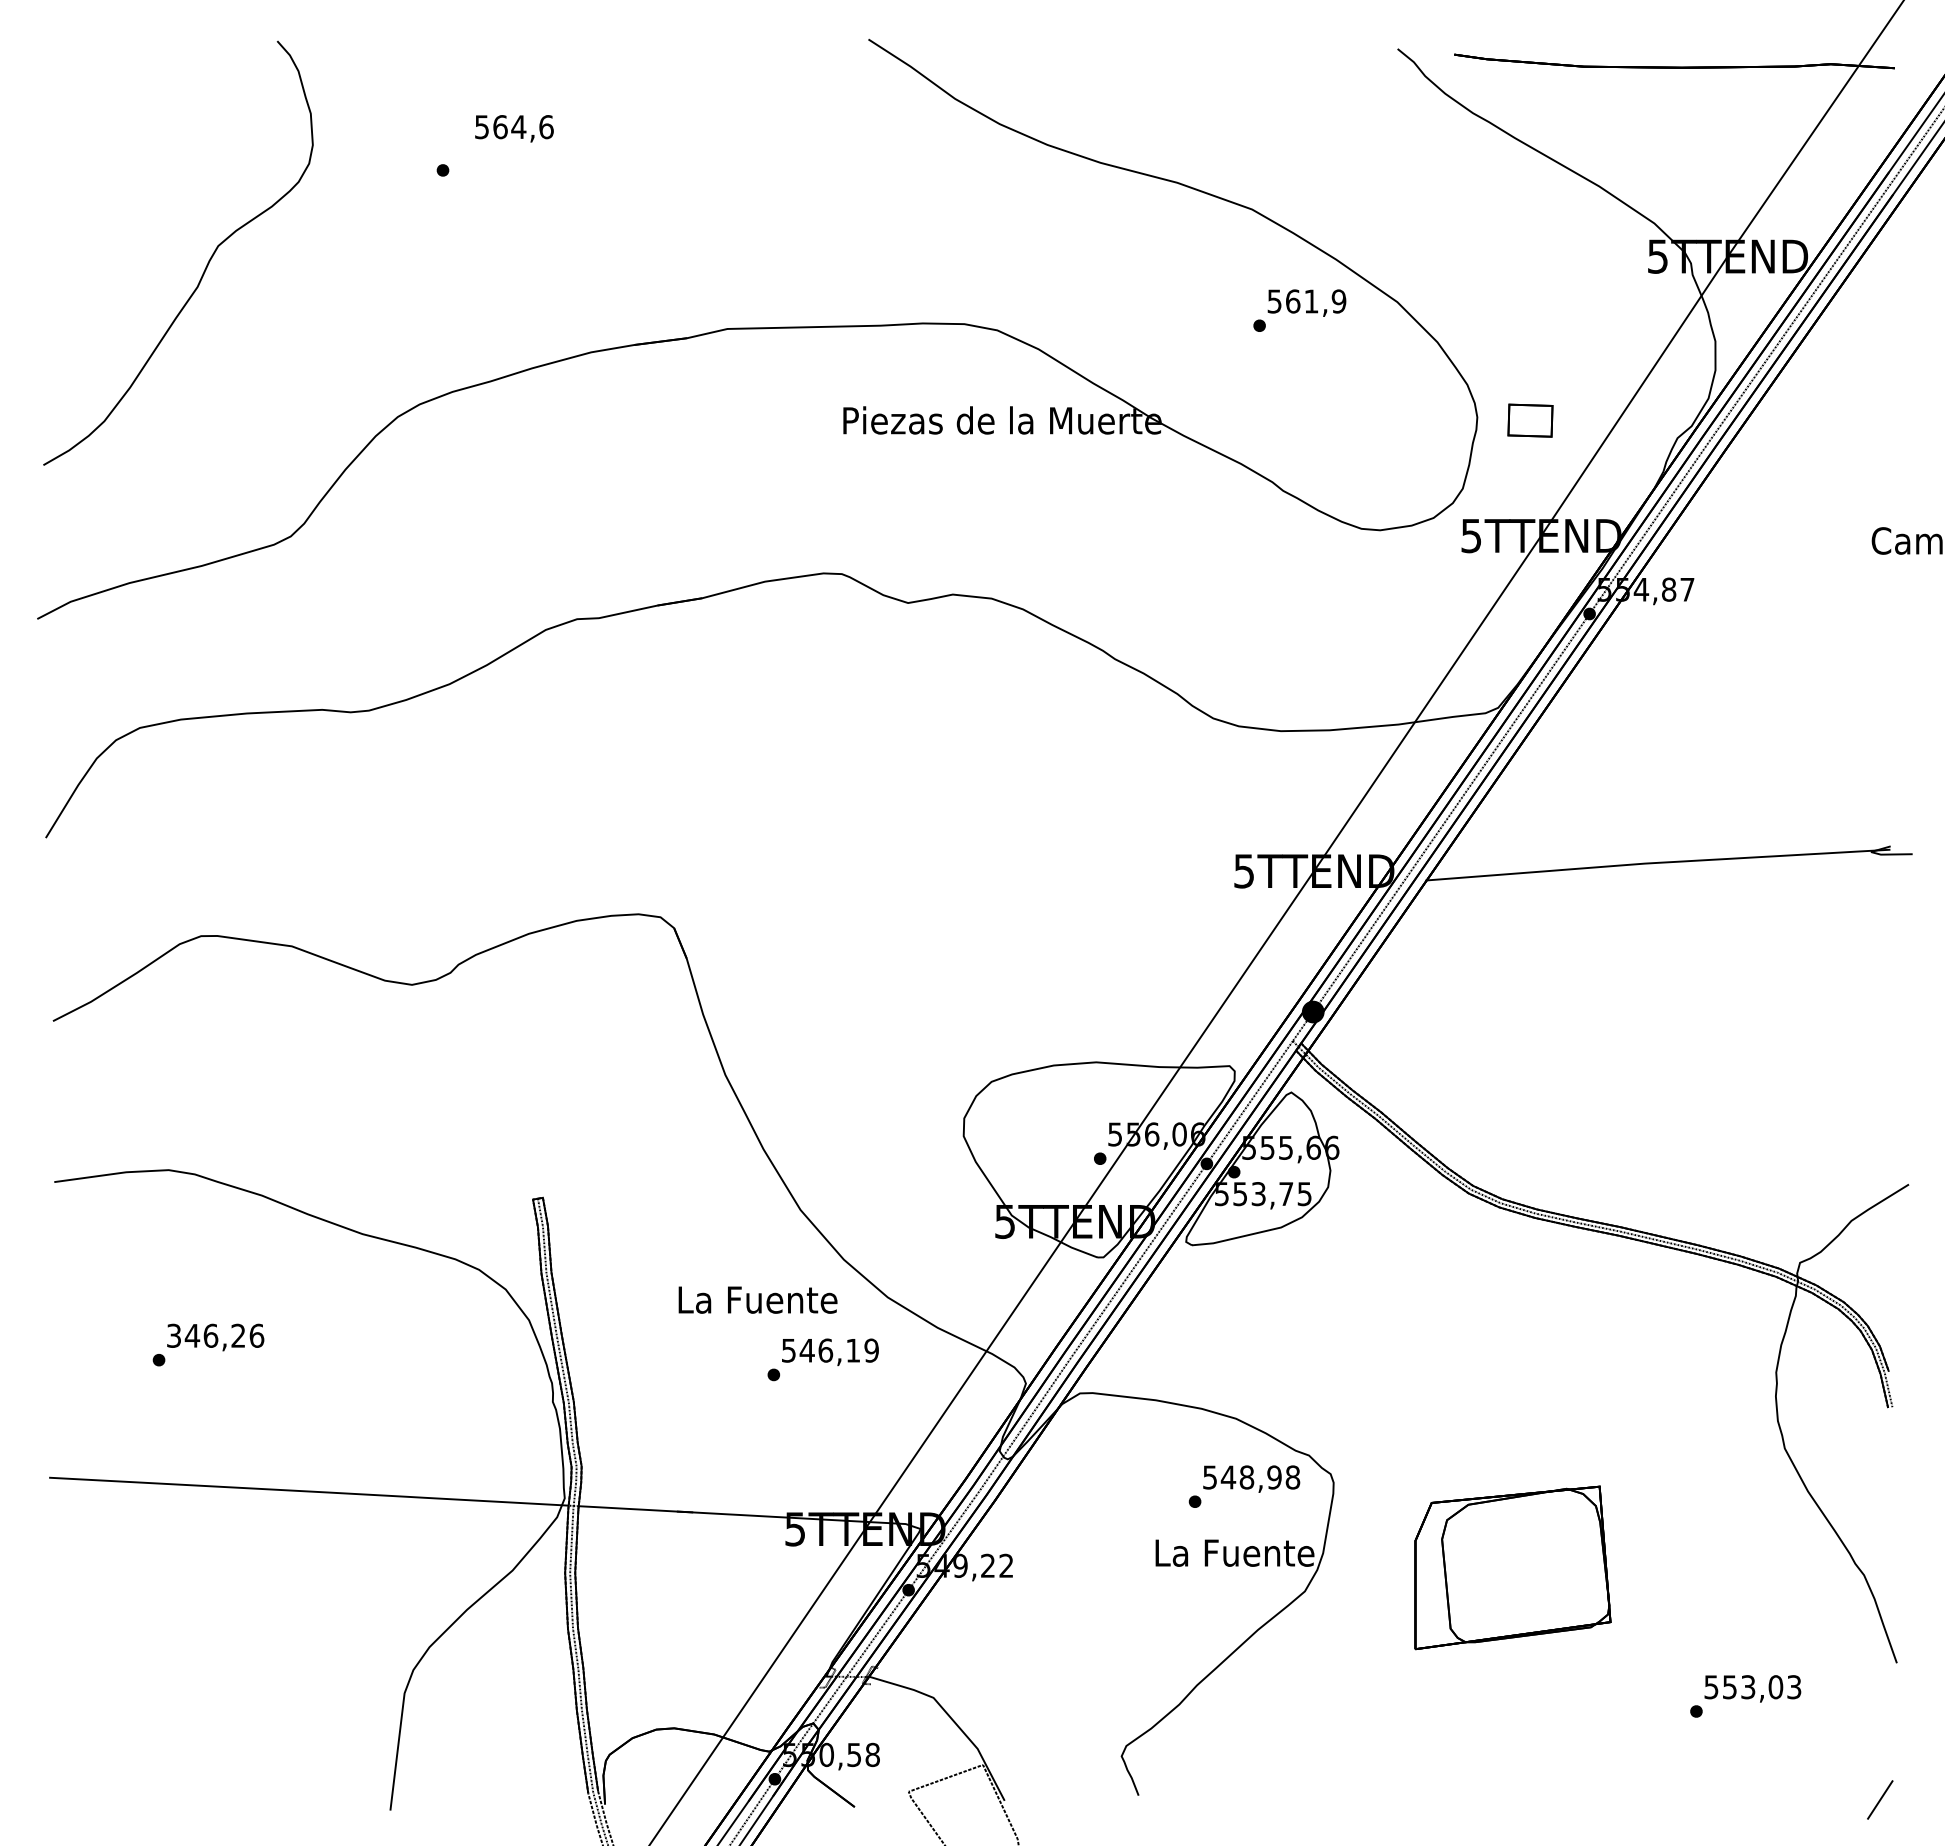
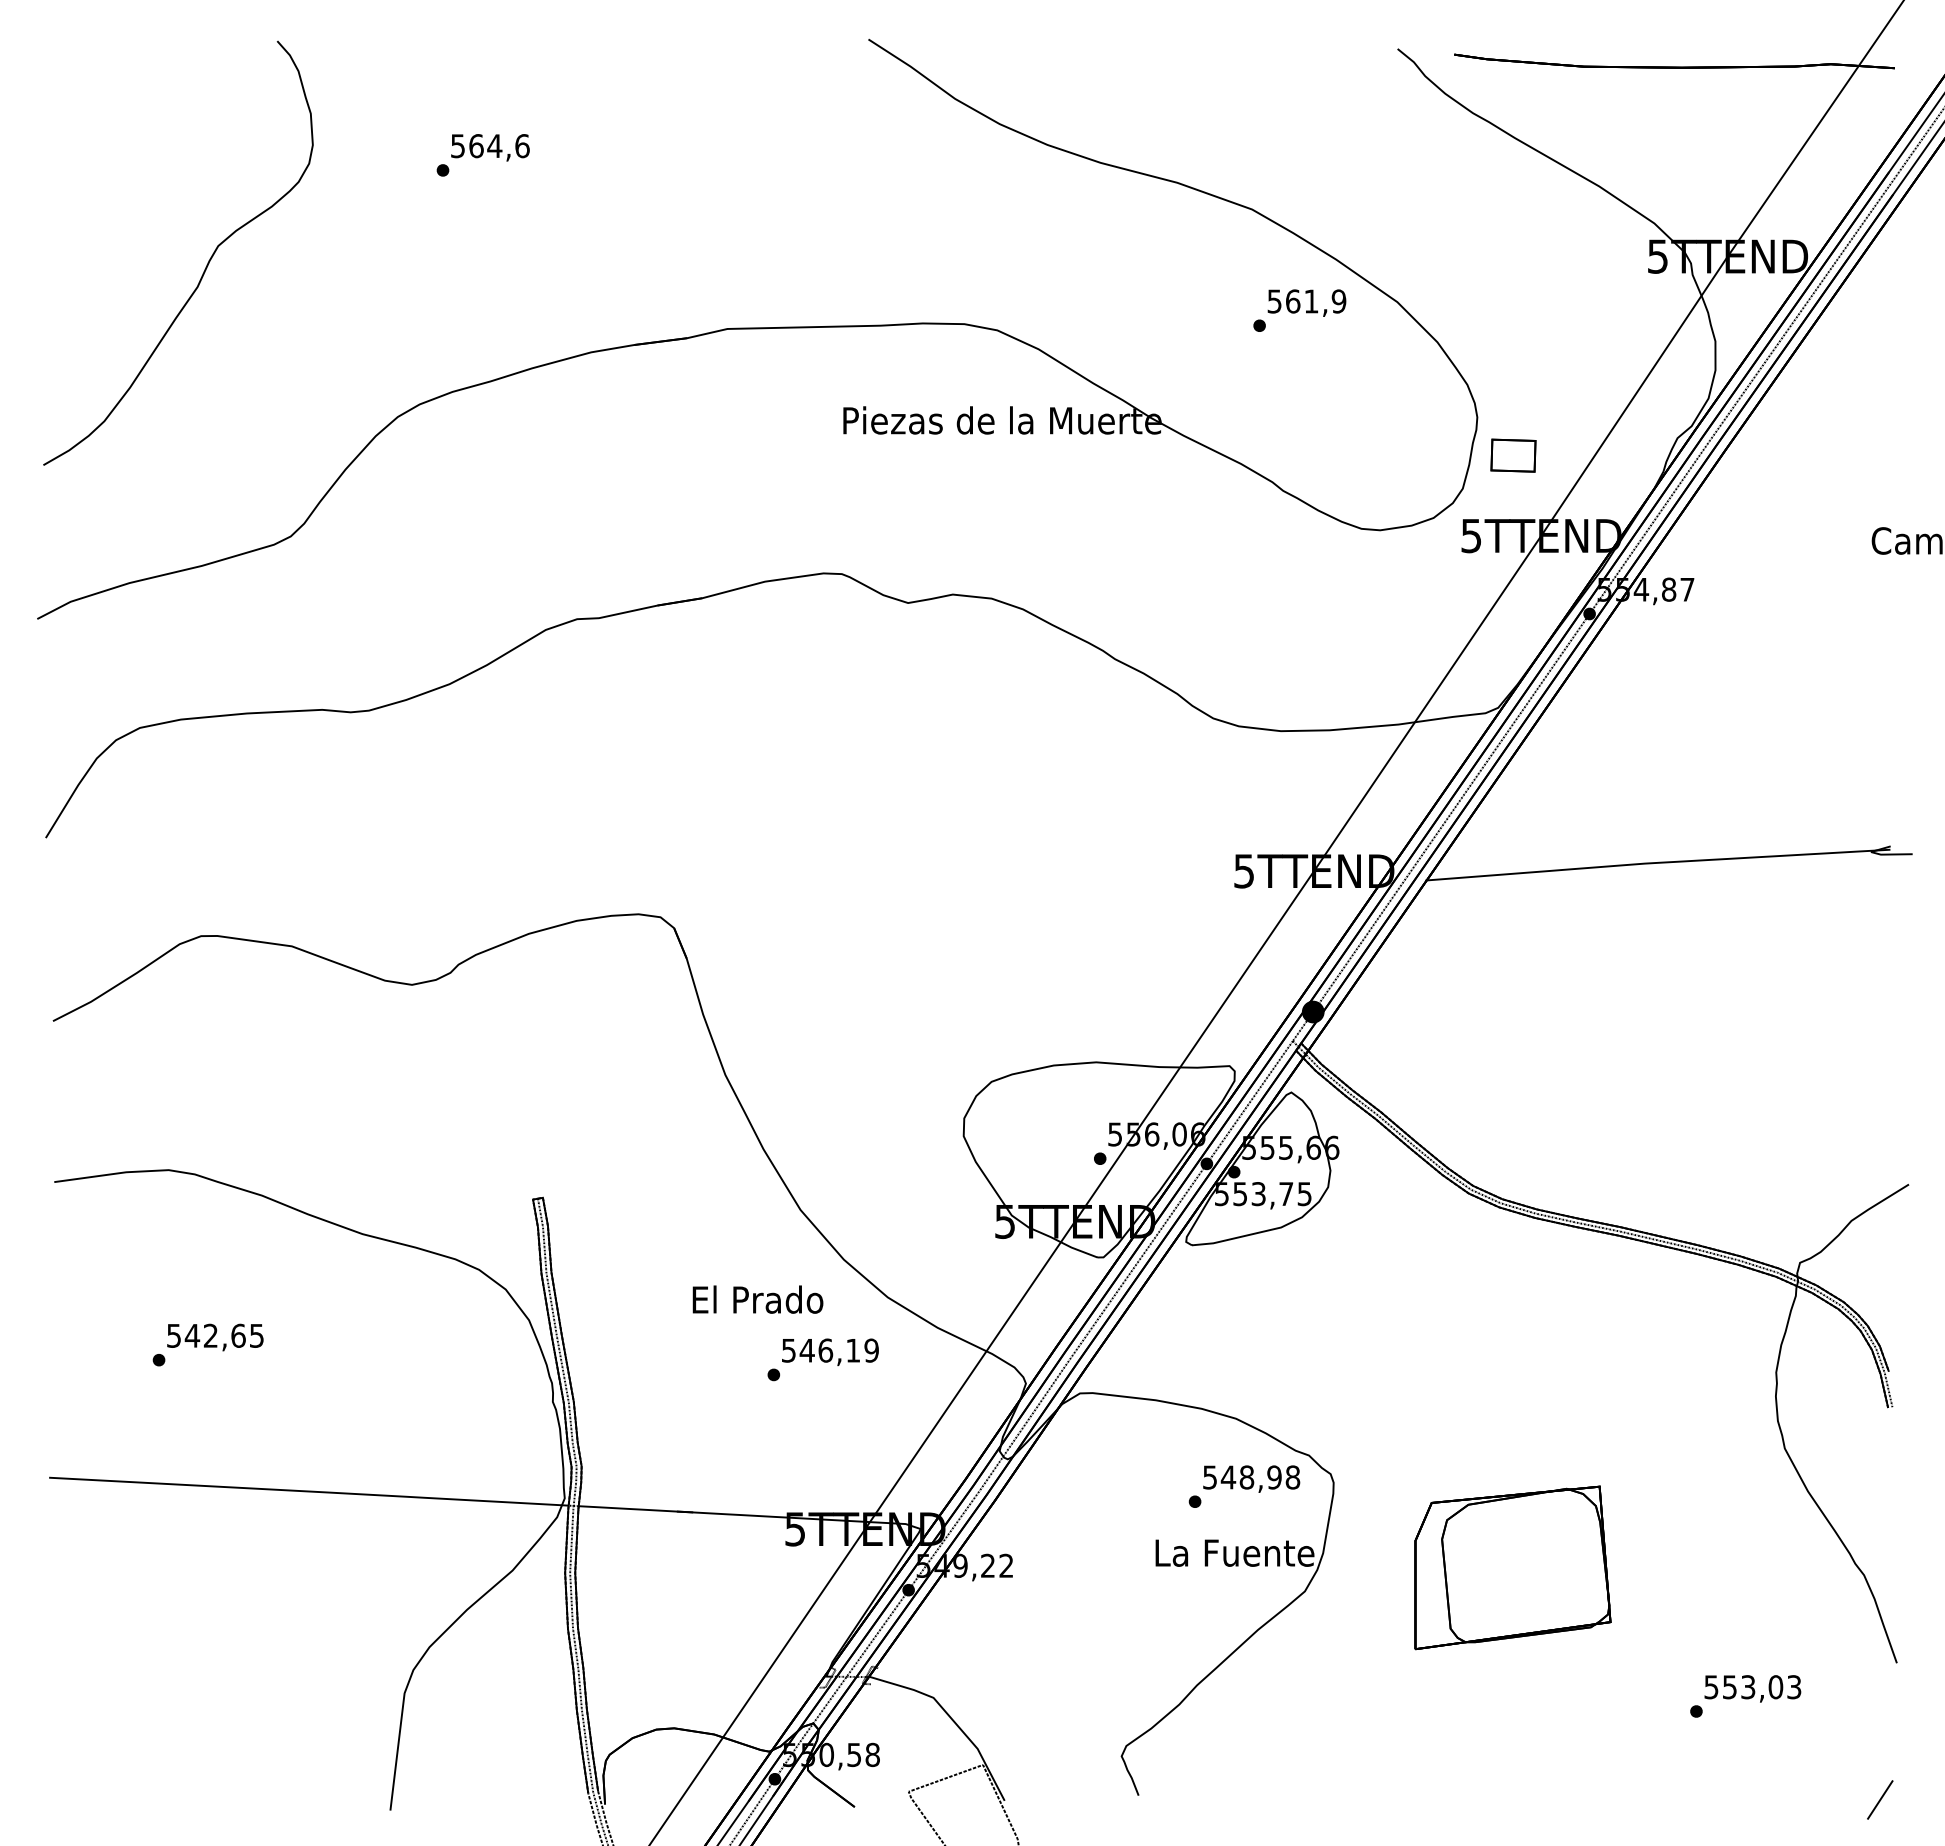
text at (514, 128) position: (514, 128) -> (490, 147)
part at (1530, 420) position: (1530, 420) -> (1513, 455)
text at (757, 1299): La Fuente -> El Prado
text at (215, 1335): 346,26 -> 542,65
